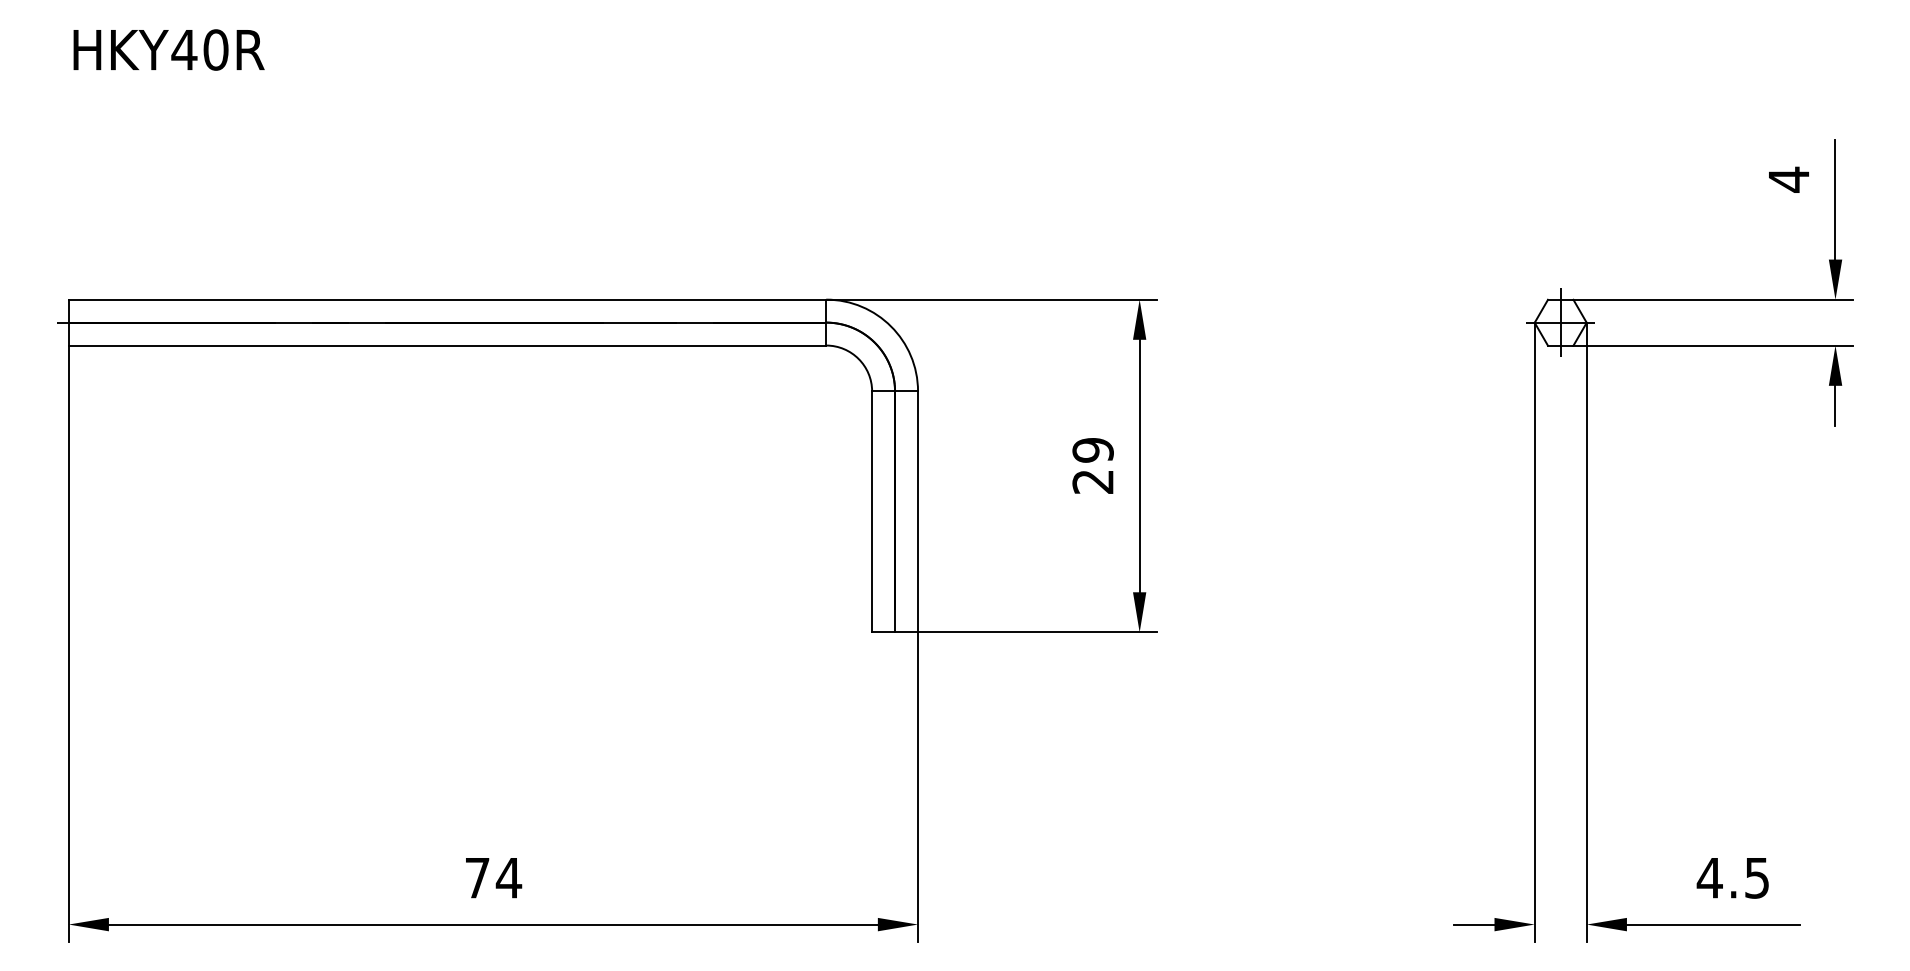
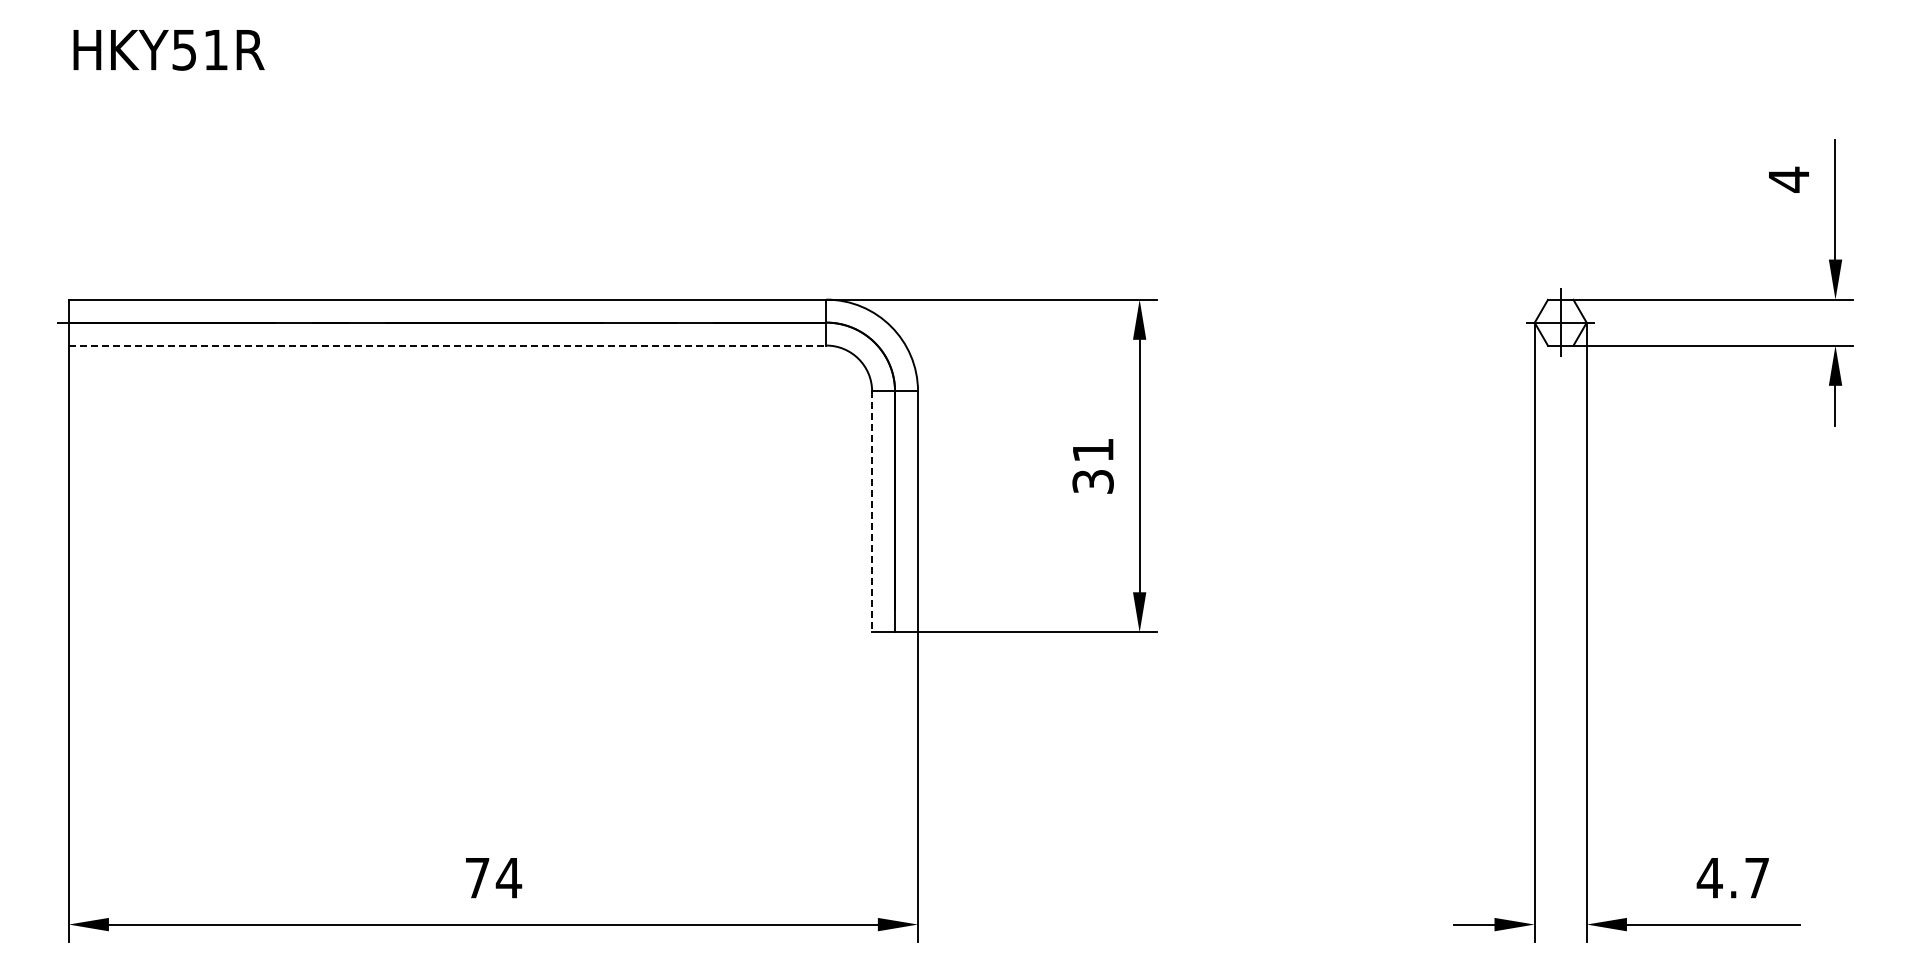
text at (199, 49): HKY40R -> HKY51R
line at (447, 345): solid -> dashed
text at (1092, 465): 29 -> 31
line at (872, 511): solid -> dashed
text at (1756, 878): 4.5 -> 4.7
